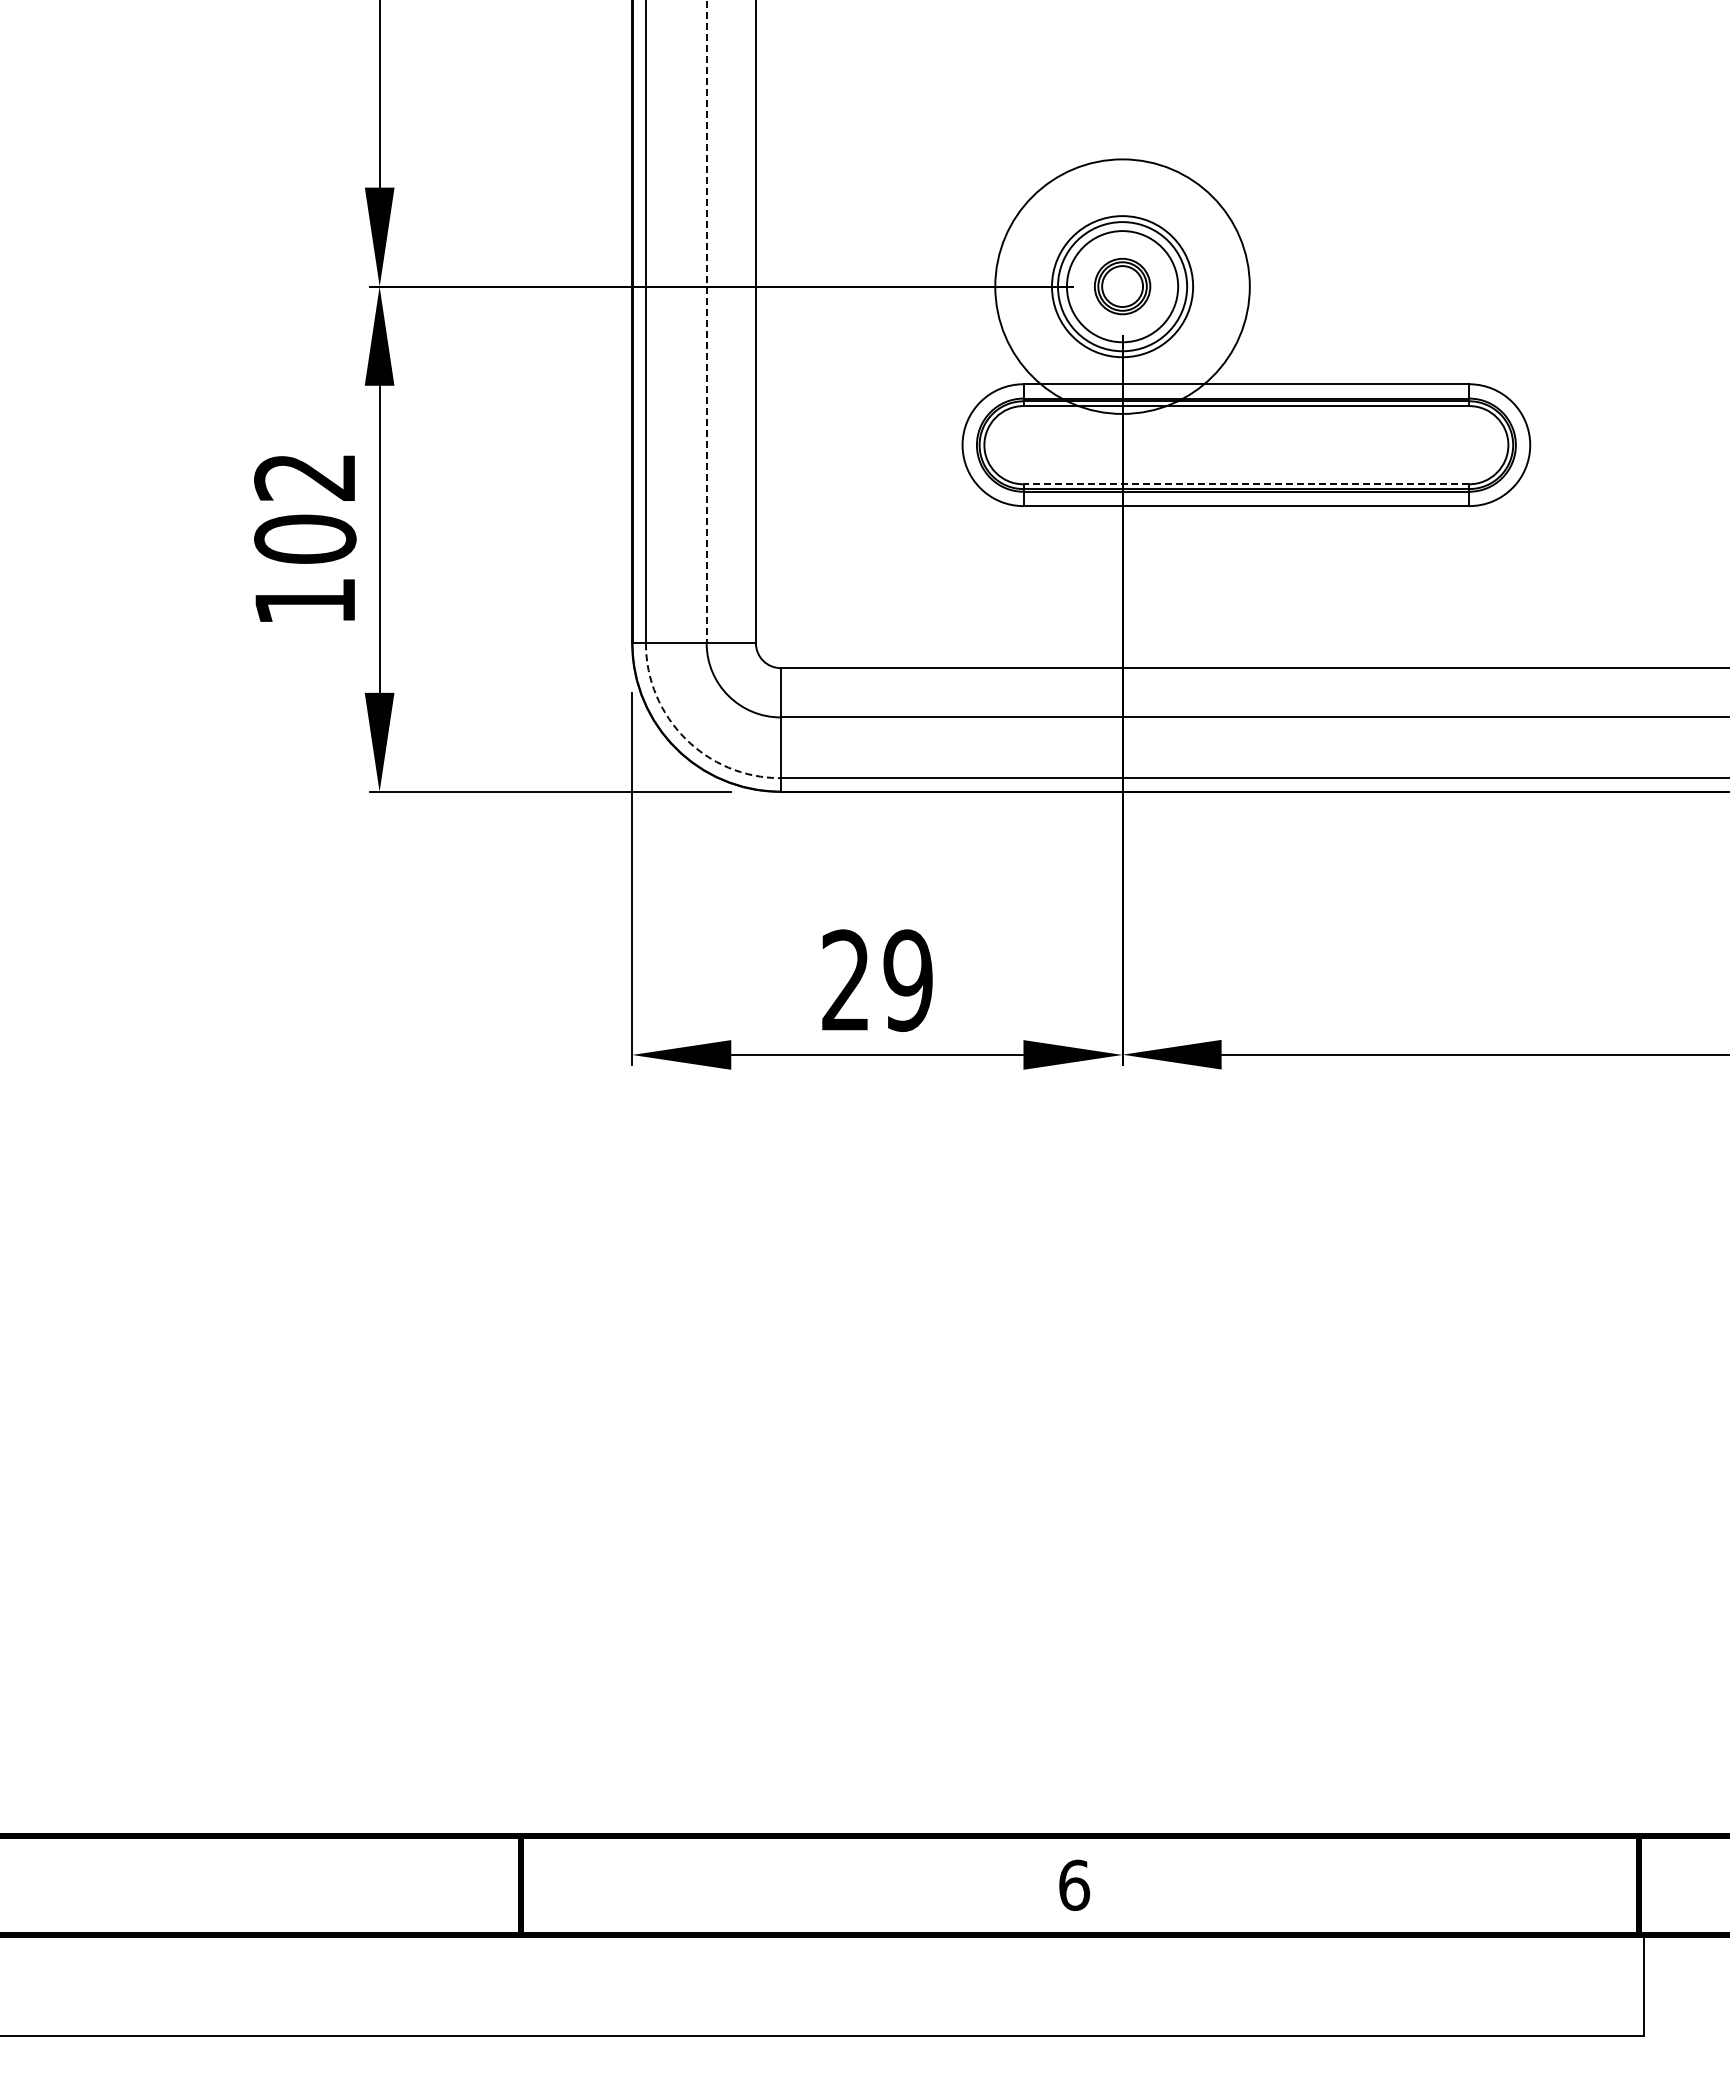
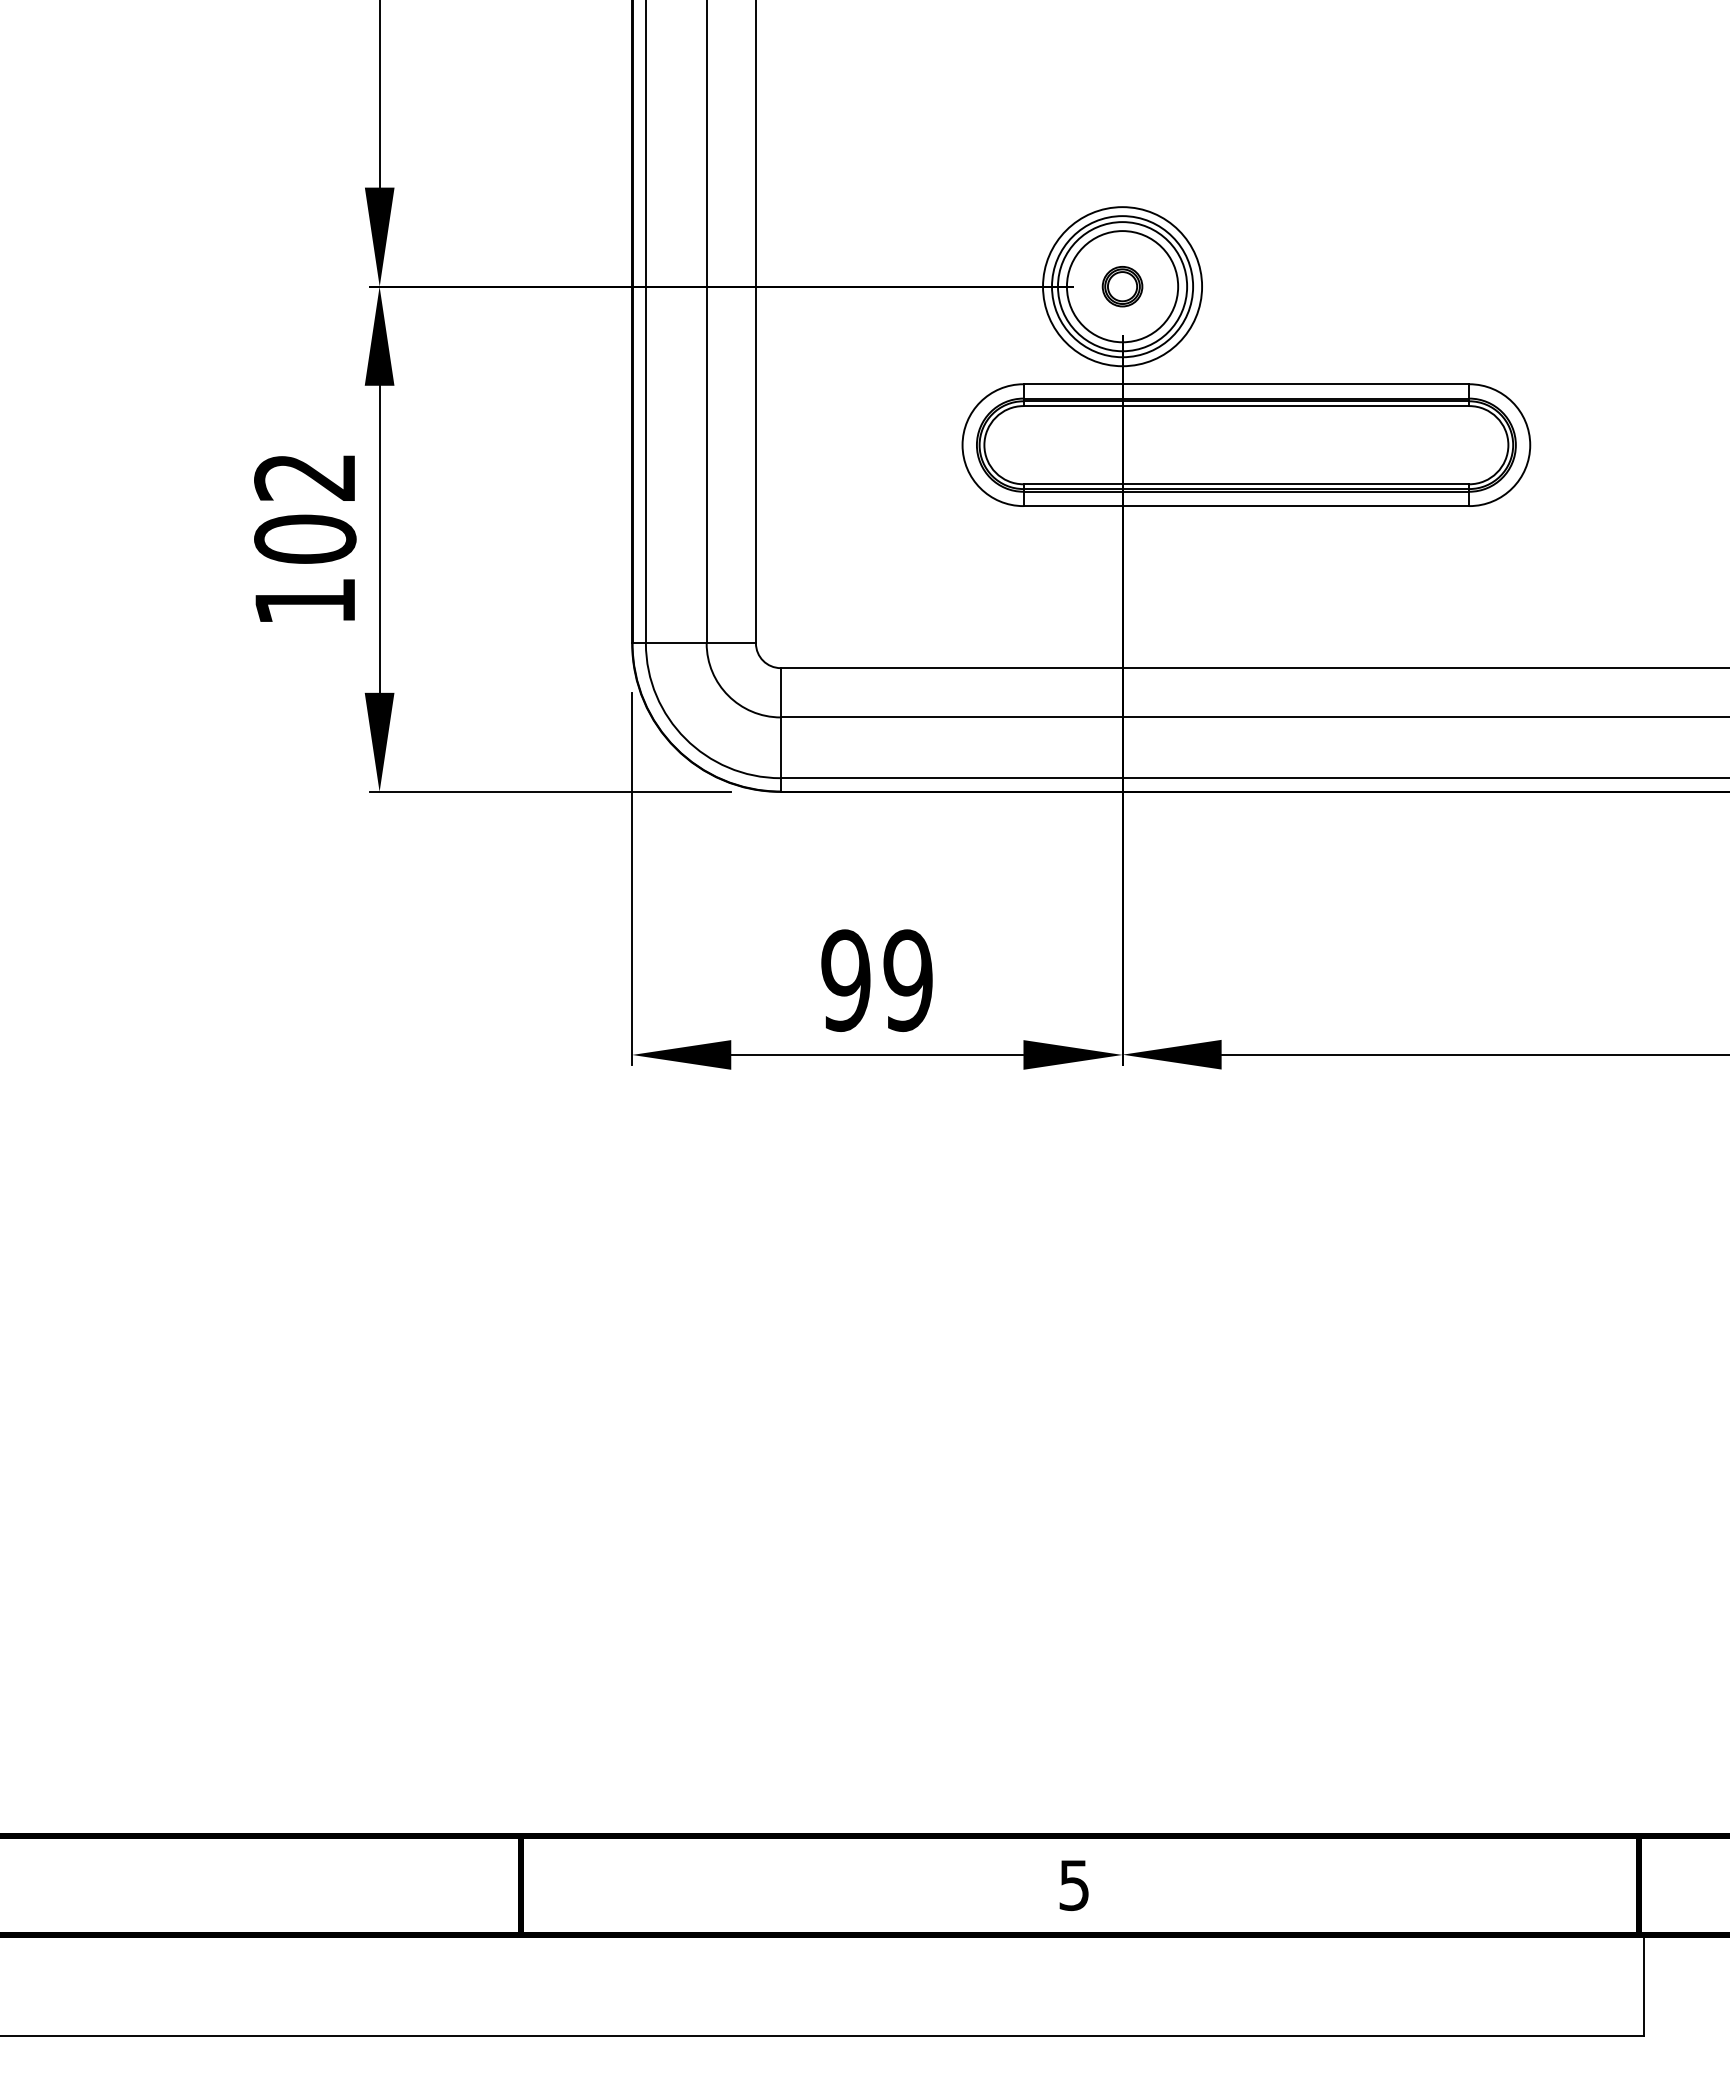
circle at (1122, 286) diameter: 255 px -> 159 px
part at (1122, 286) size: 58x59 px -> 43x42 px
line at (706, 322): dashed -> solid
line at (1246, 484): dashed -> solid
arc at (685, 738): dashed -> solid
text at (845, 980): 29 -> 99
text at (1074, 1885): 6 -> 5
